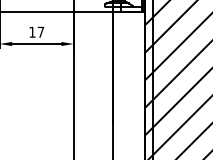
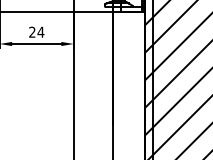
text at (36, 31): 17 -> 24
